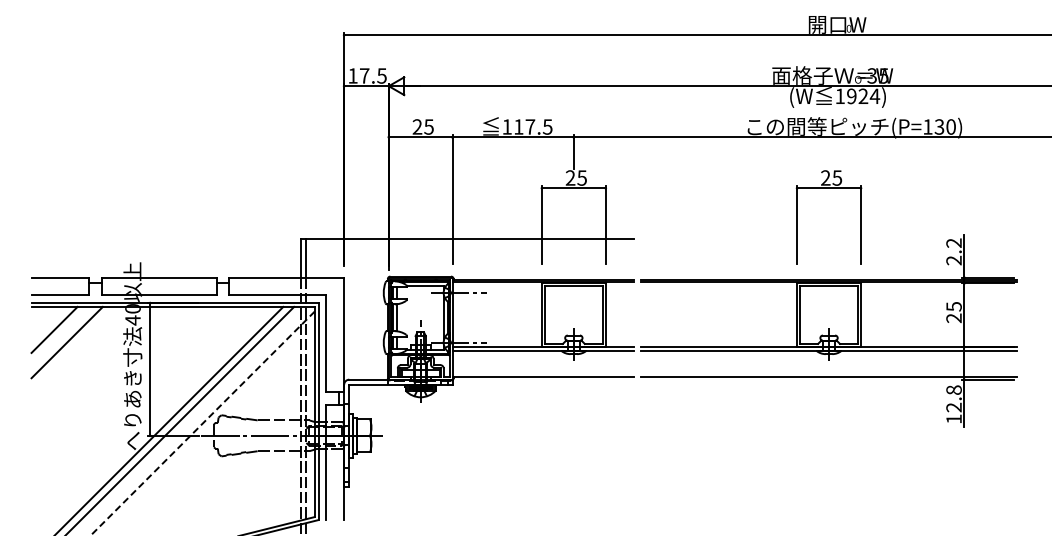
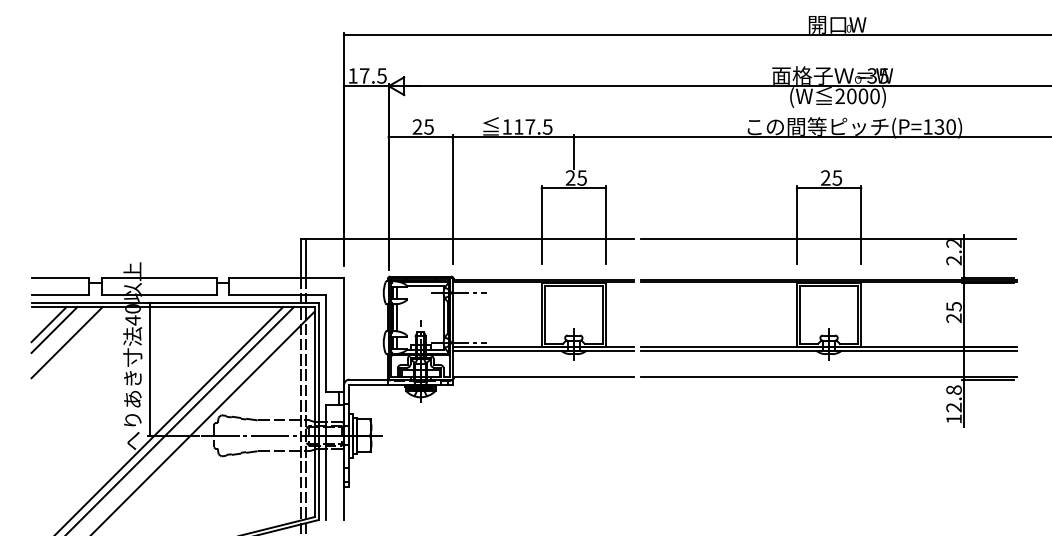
text at (857, 96): 1924) -> 2000)
line at (828, 239): none -> present
line at (48, 324): none -> present
line at (202, 423): dashed -> solid
